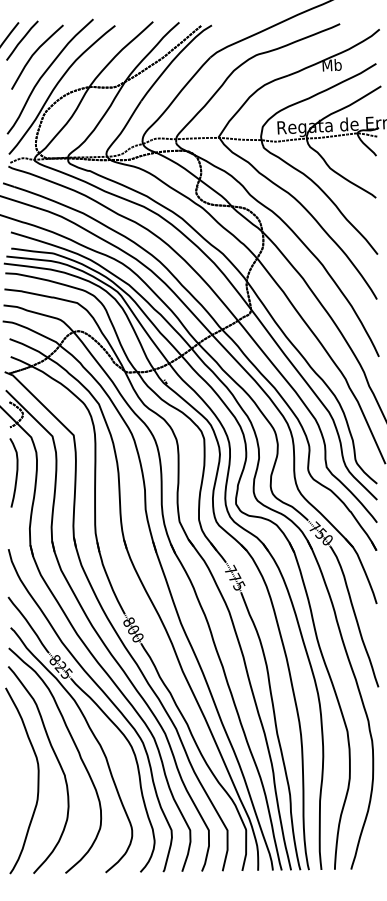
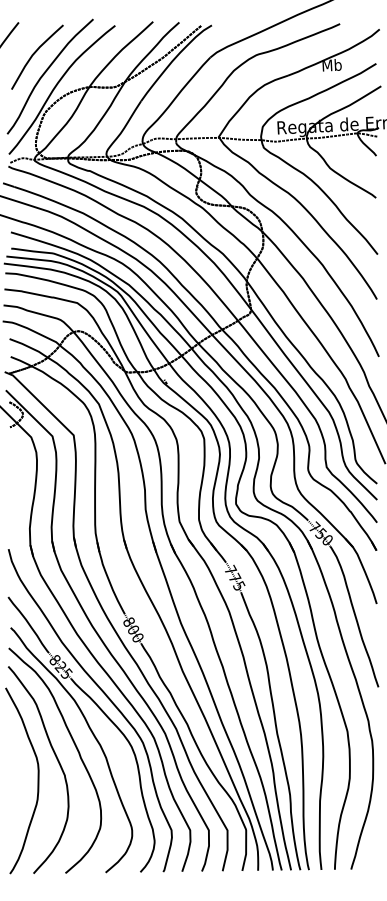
curve at (22, 40): present -> none
curve at (16, 472): present -> none
